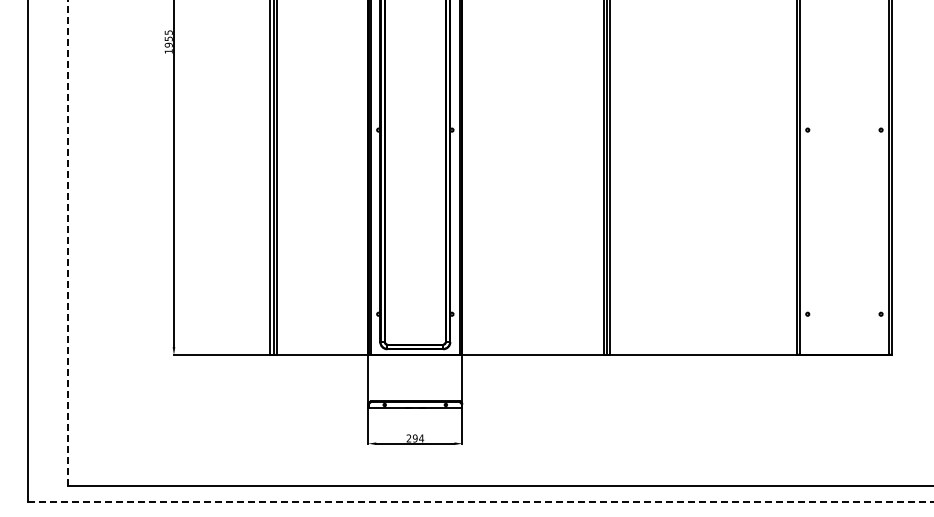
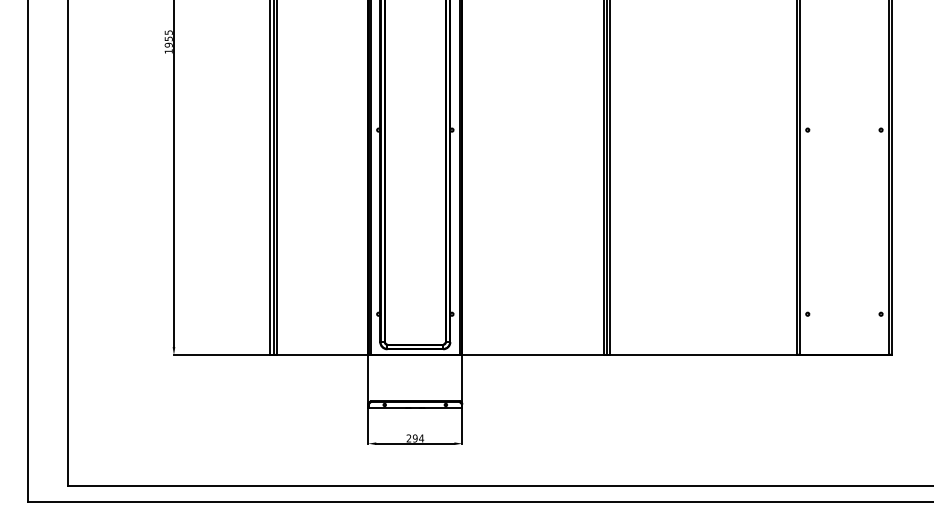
line at (68, 242): dashed -> solid
line at (480, 501): dashed -> solid
